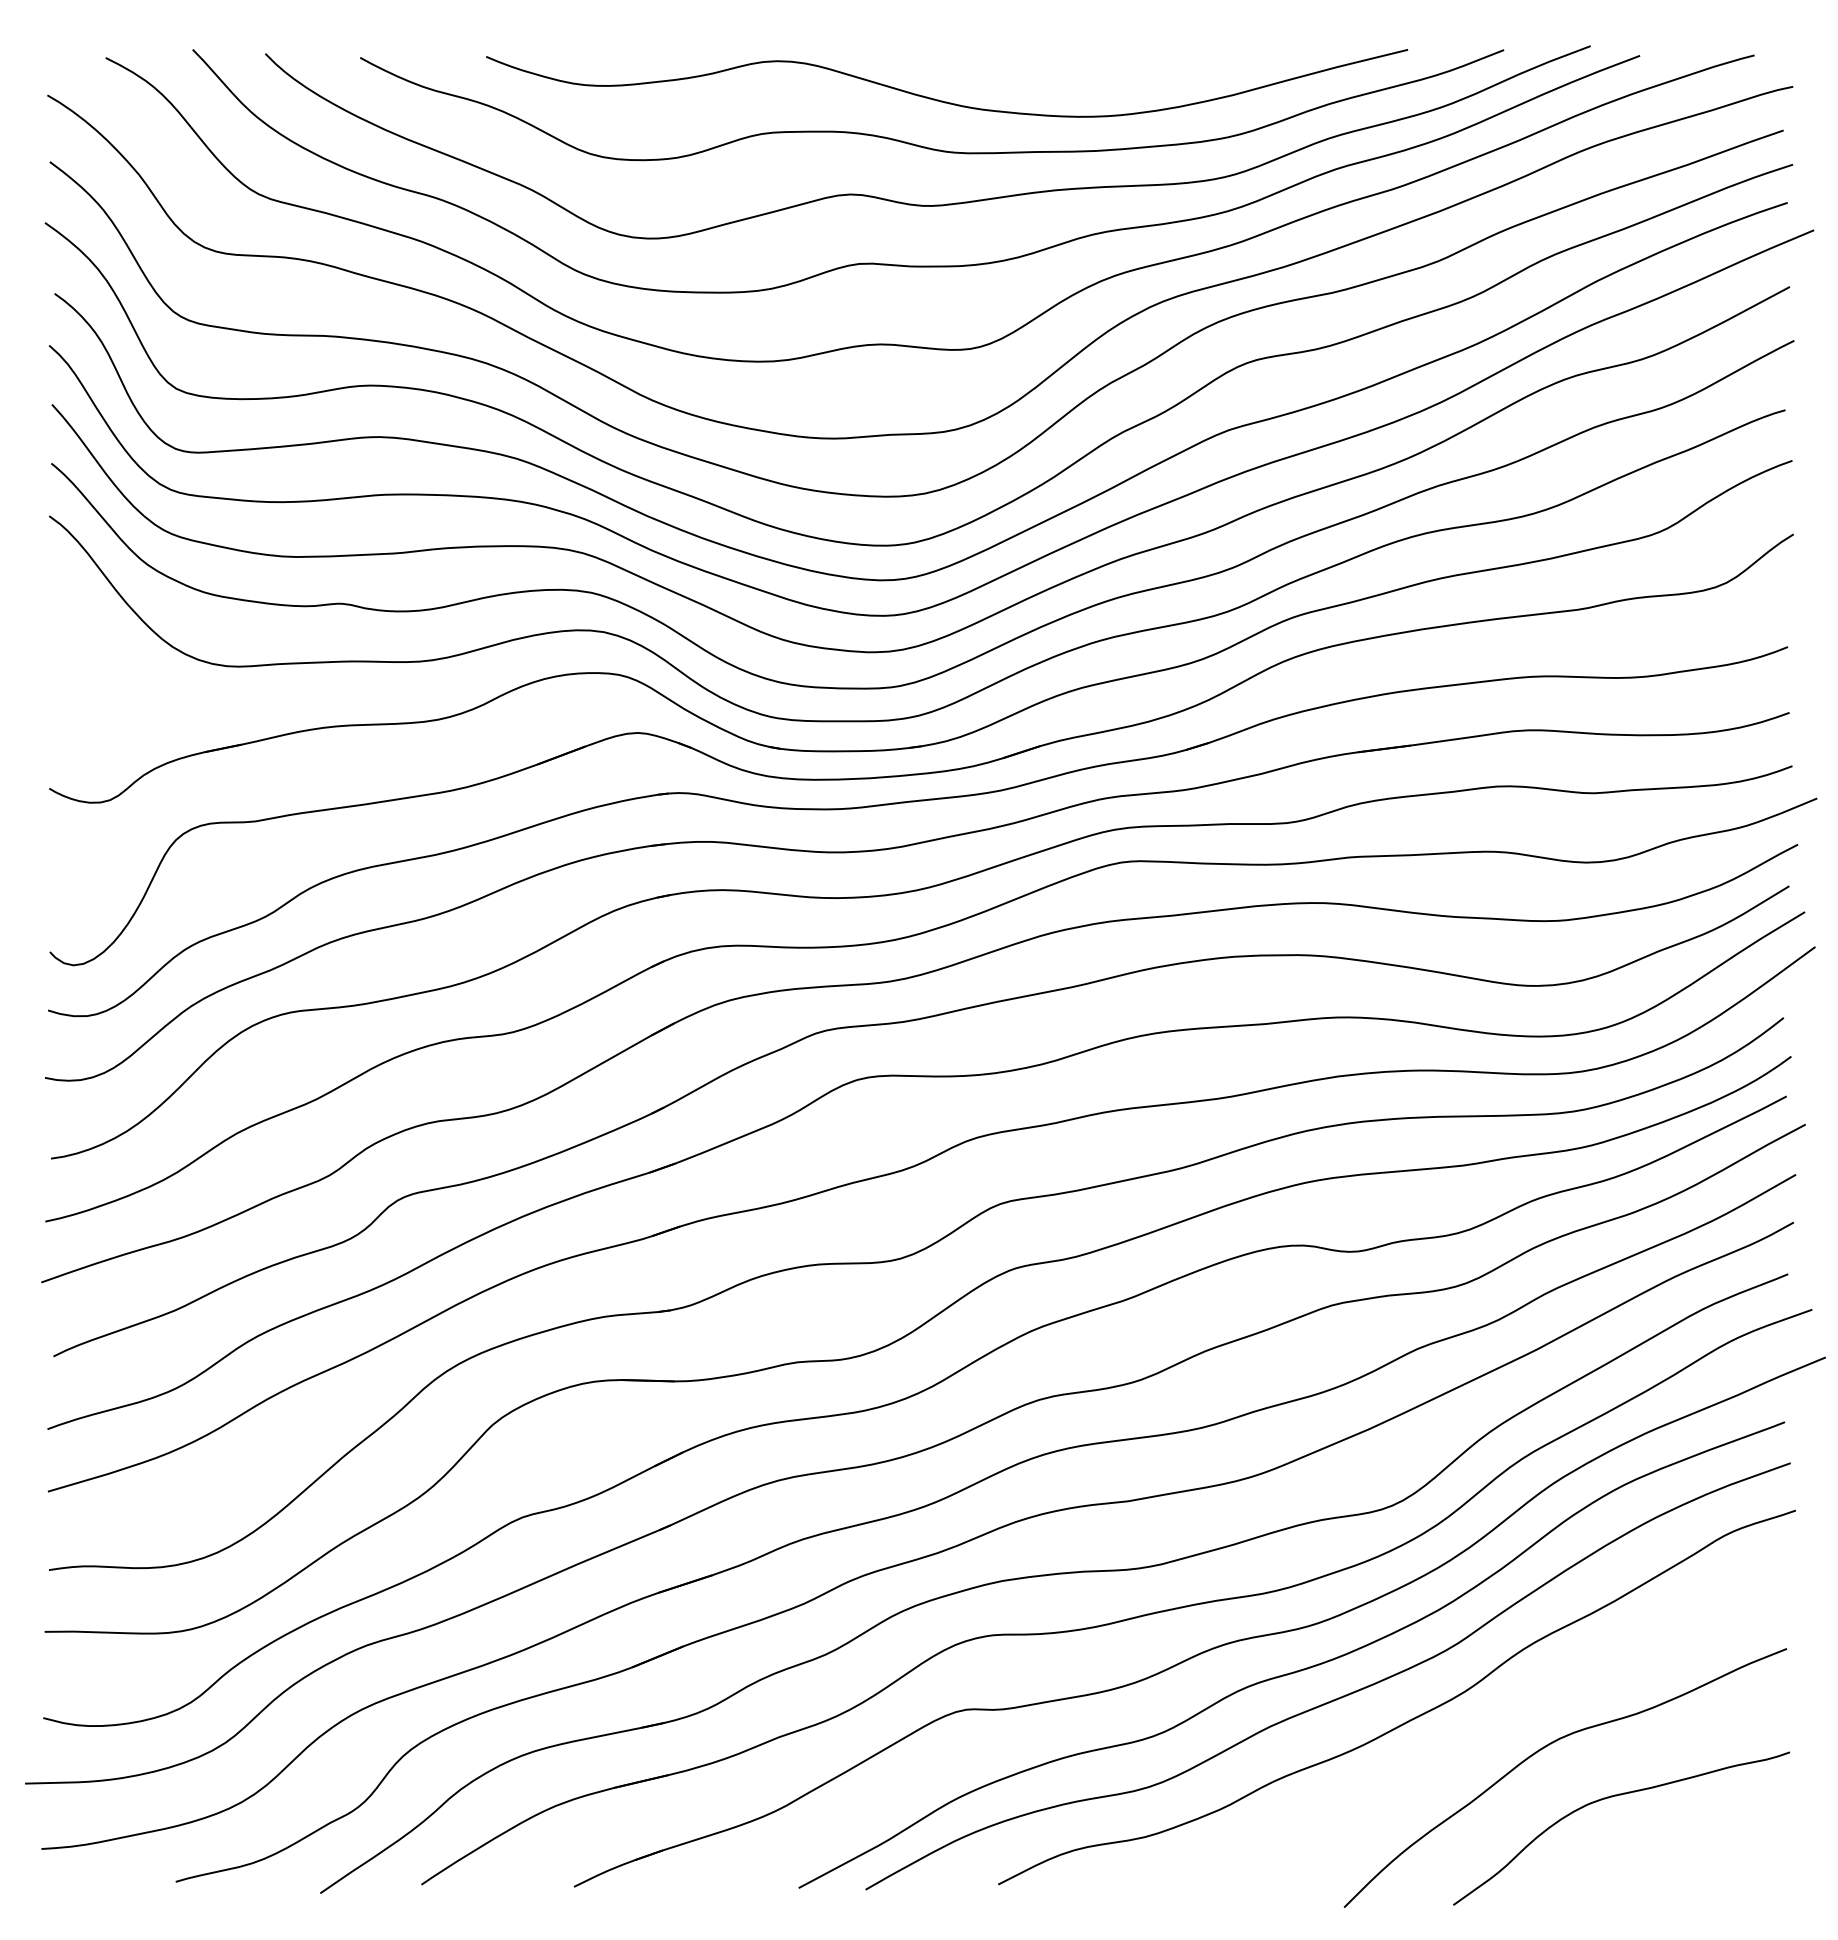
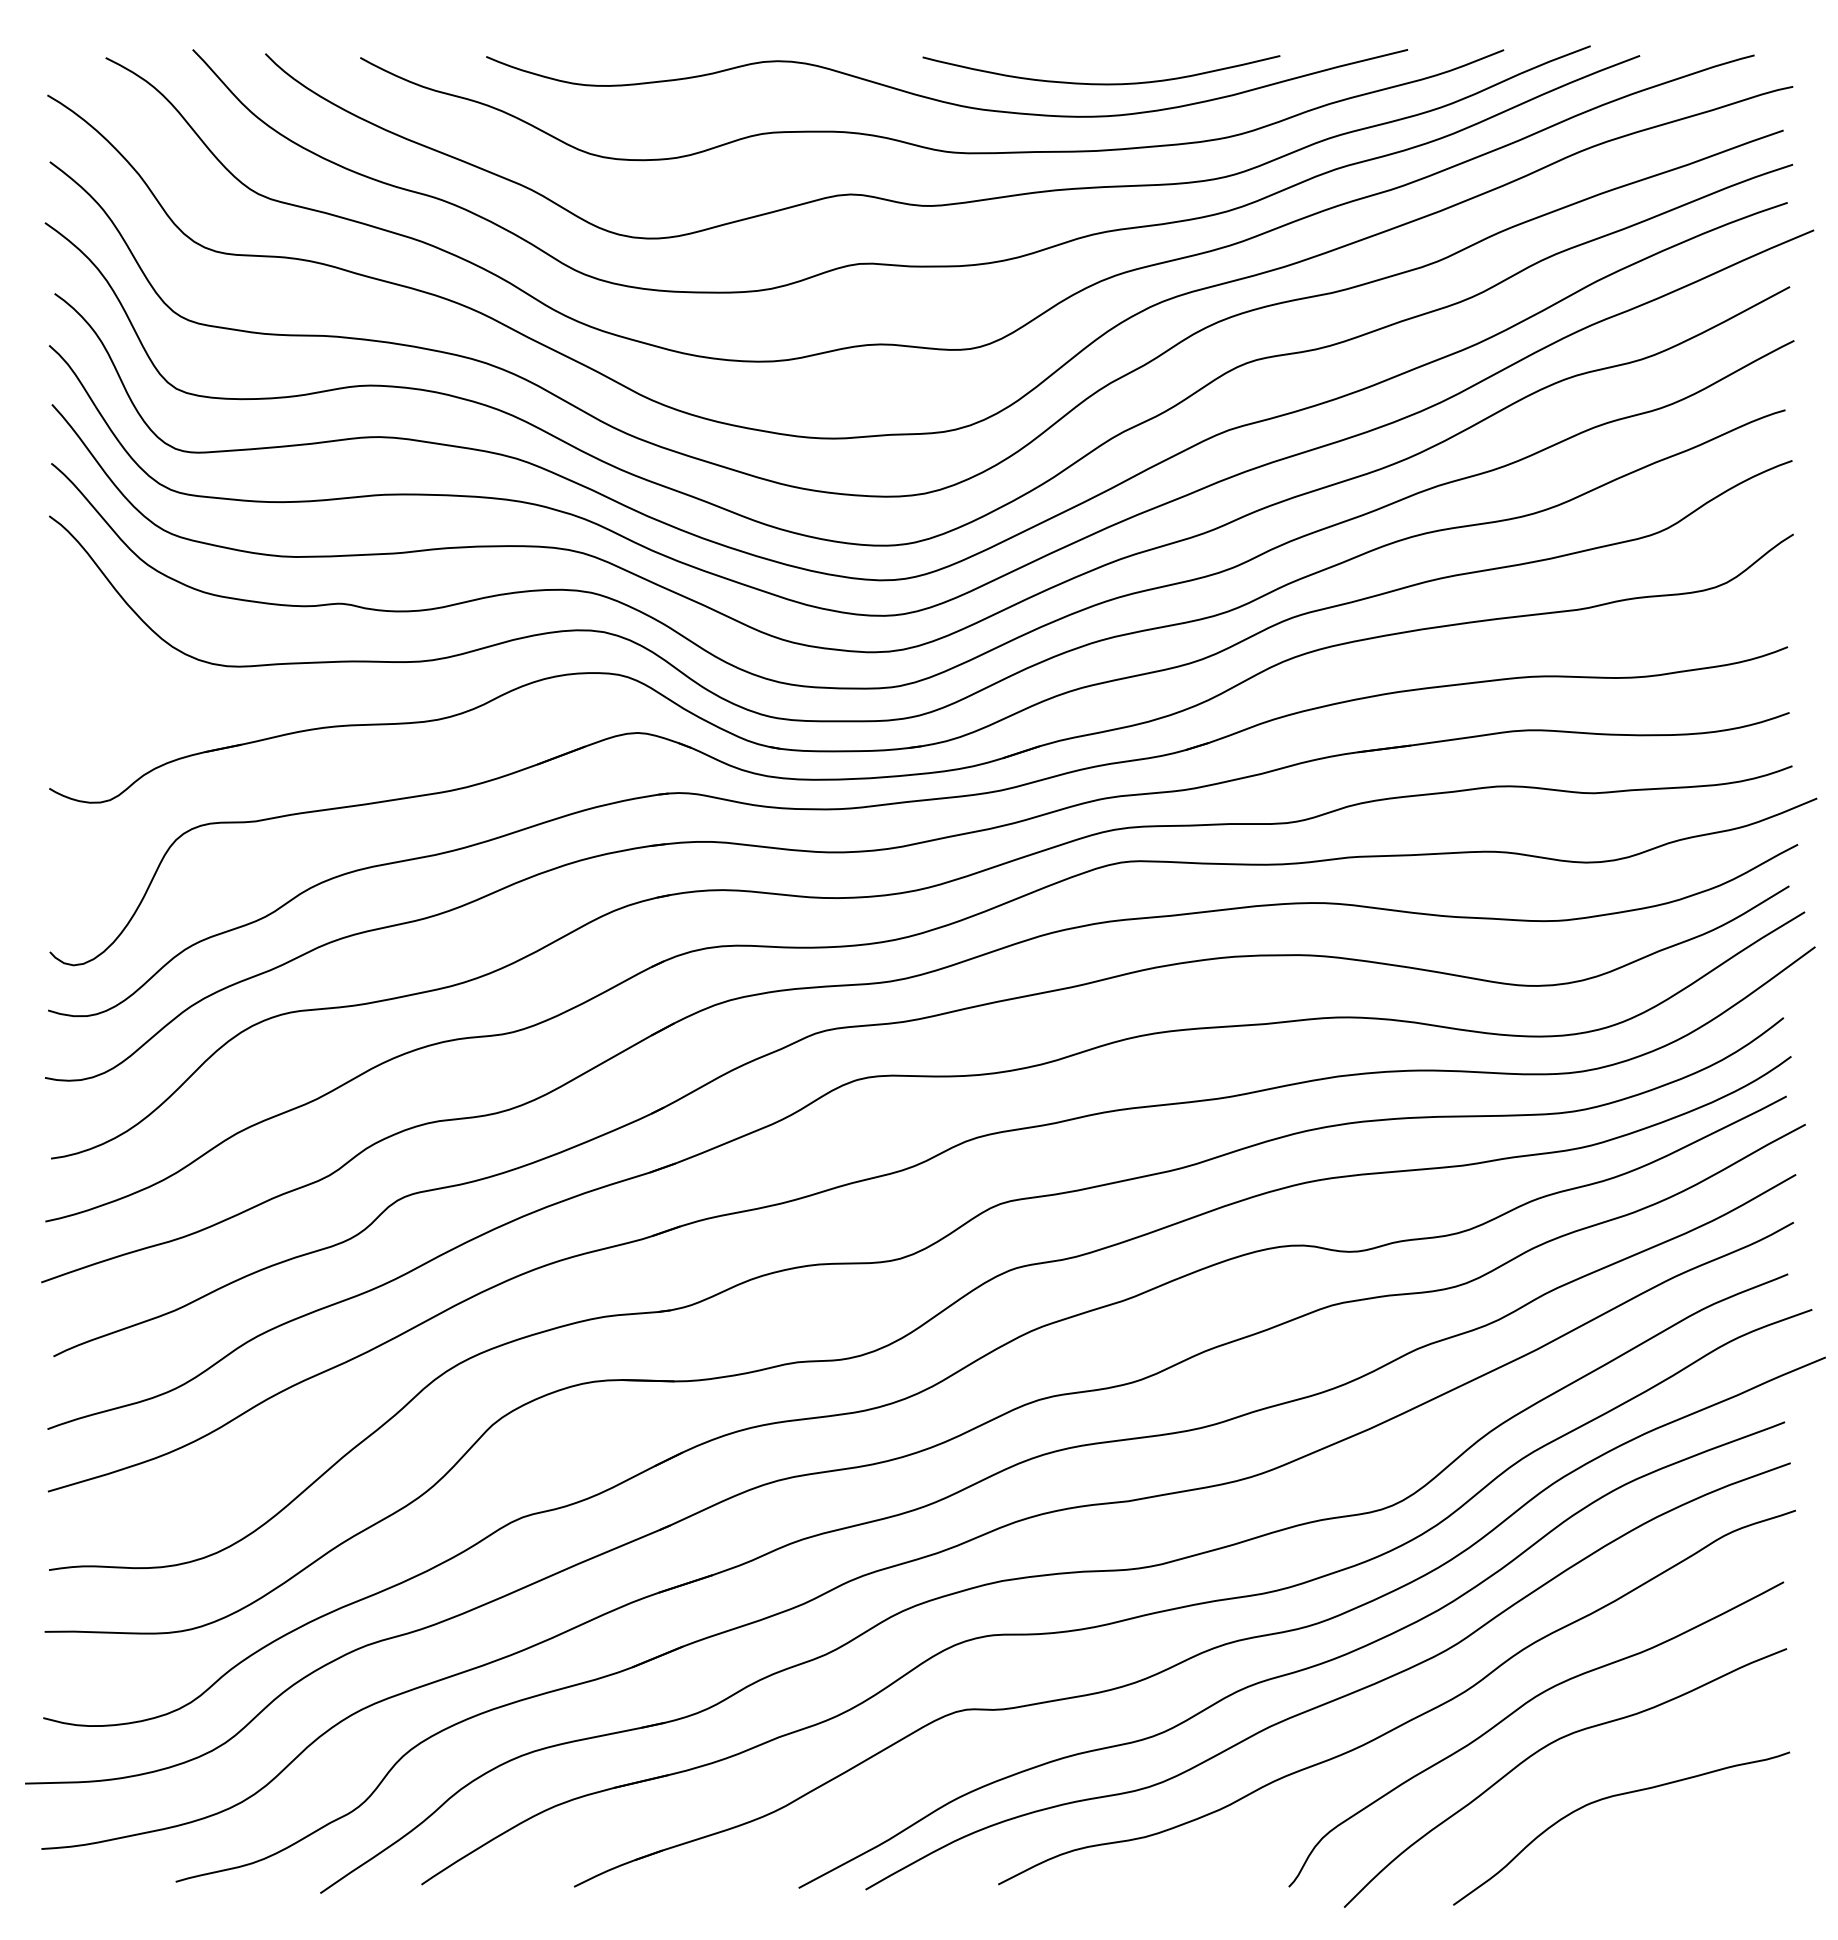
curve at (1101, 83): none -> present
curve at (1519, 1709): none -> present
